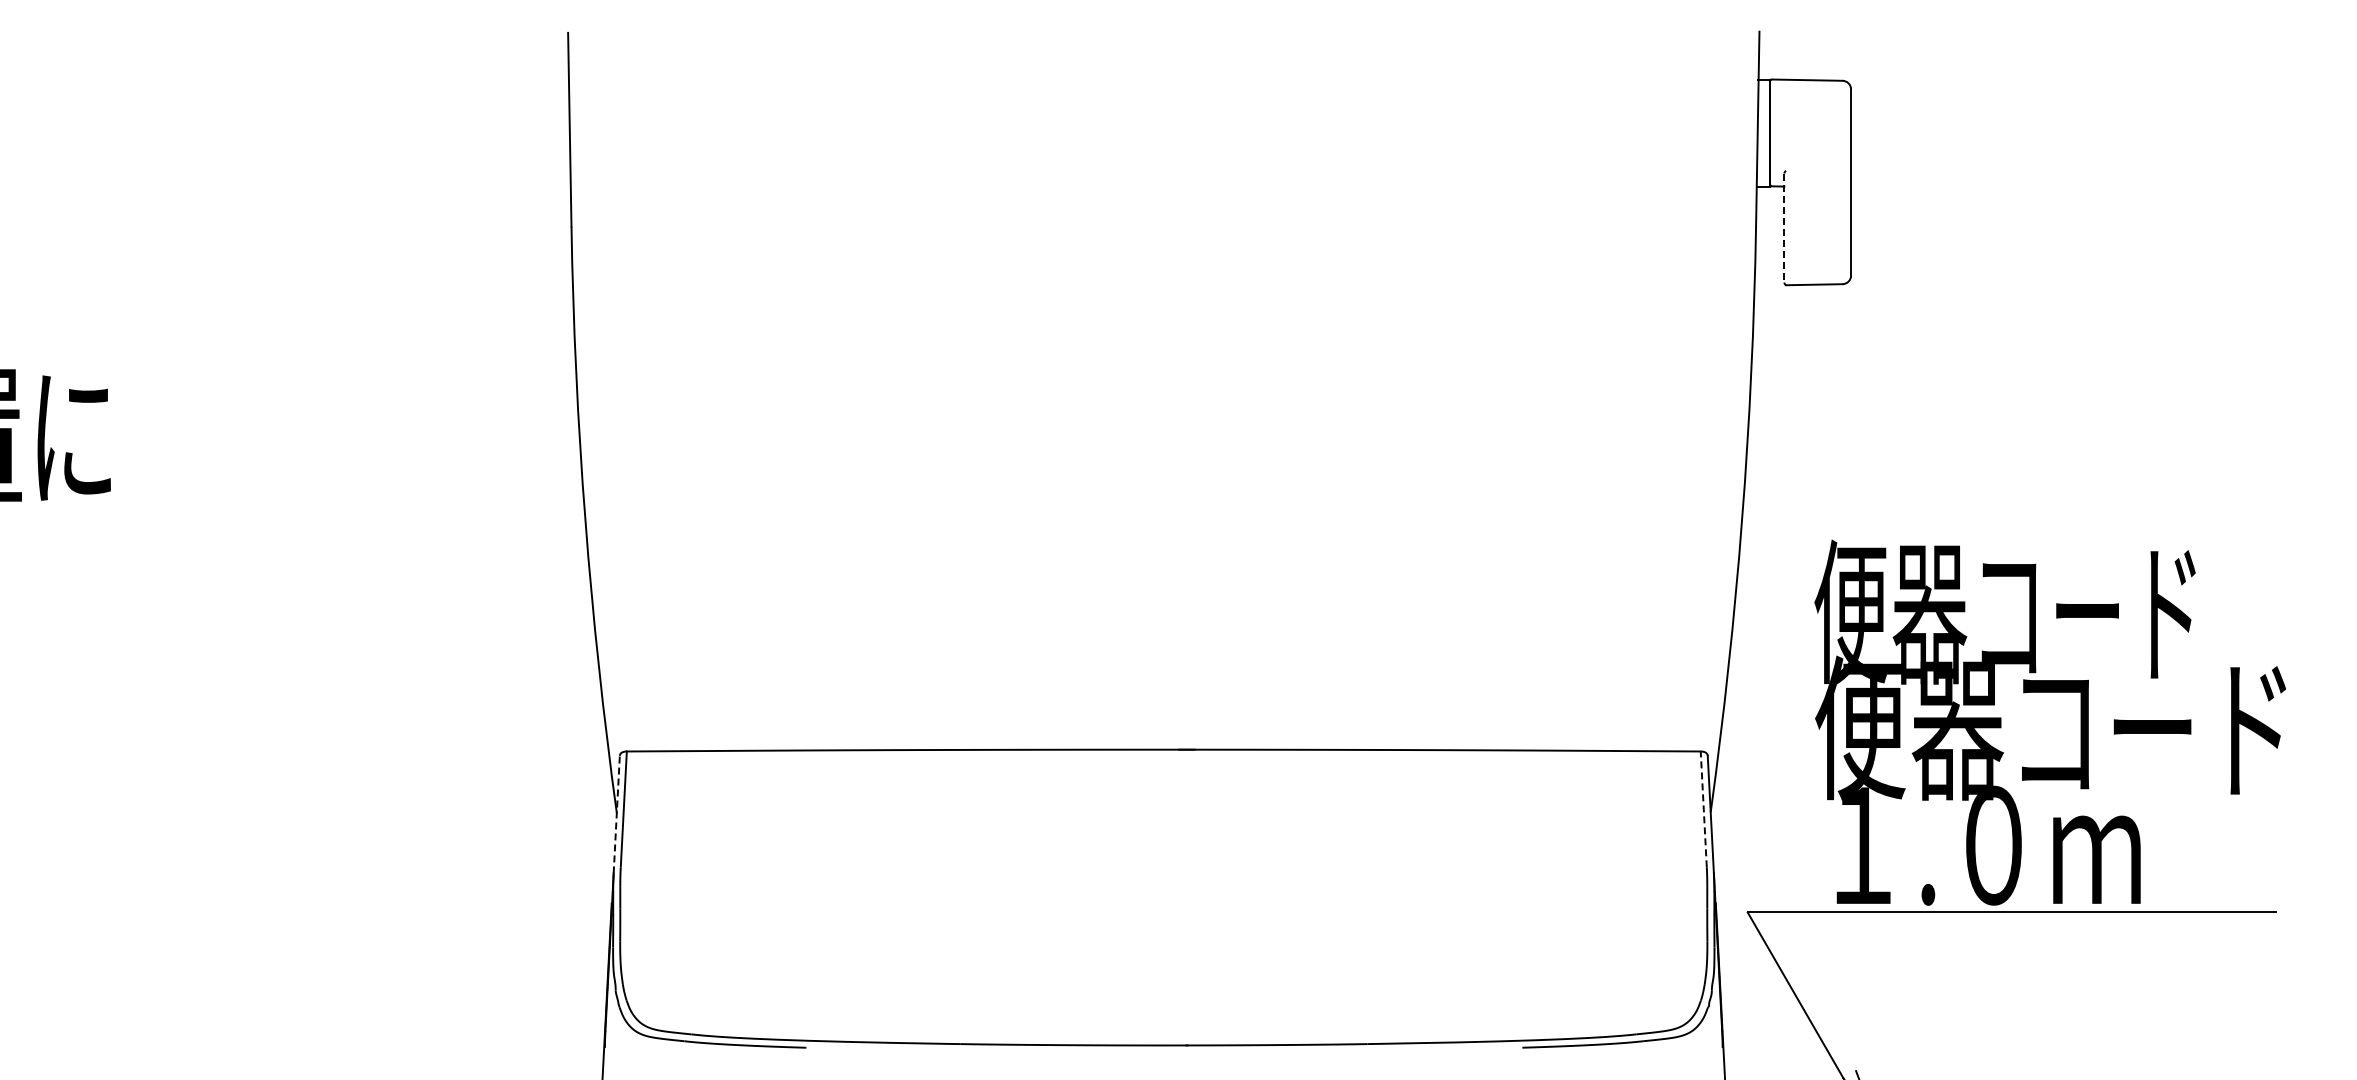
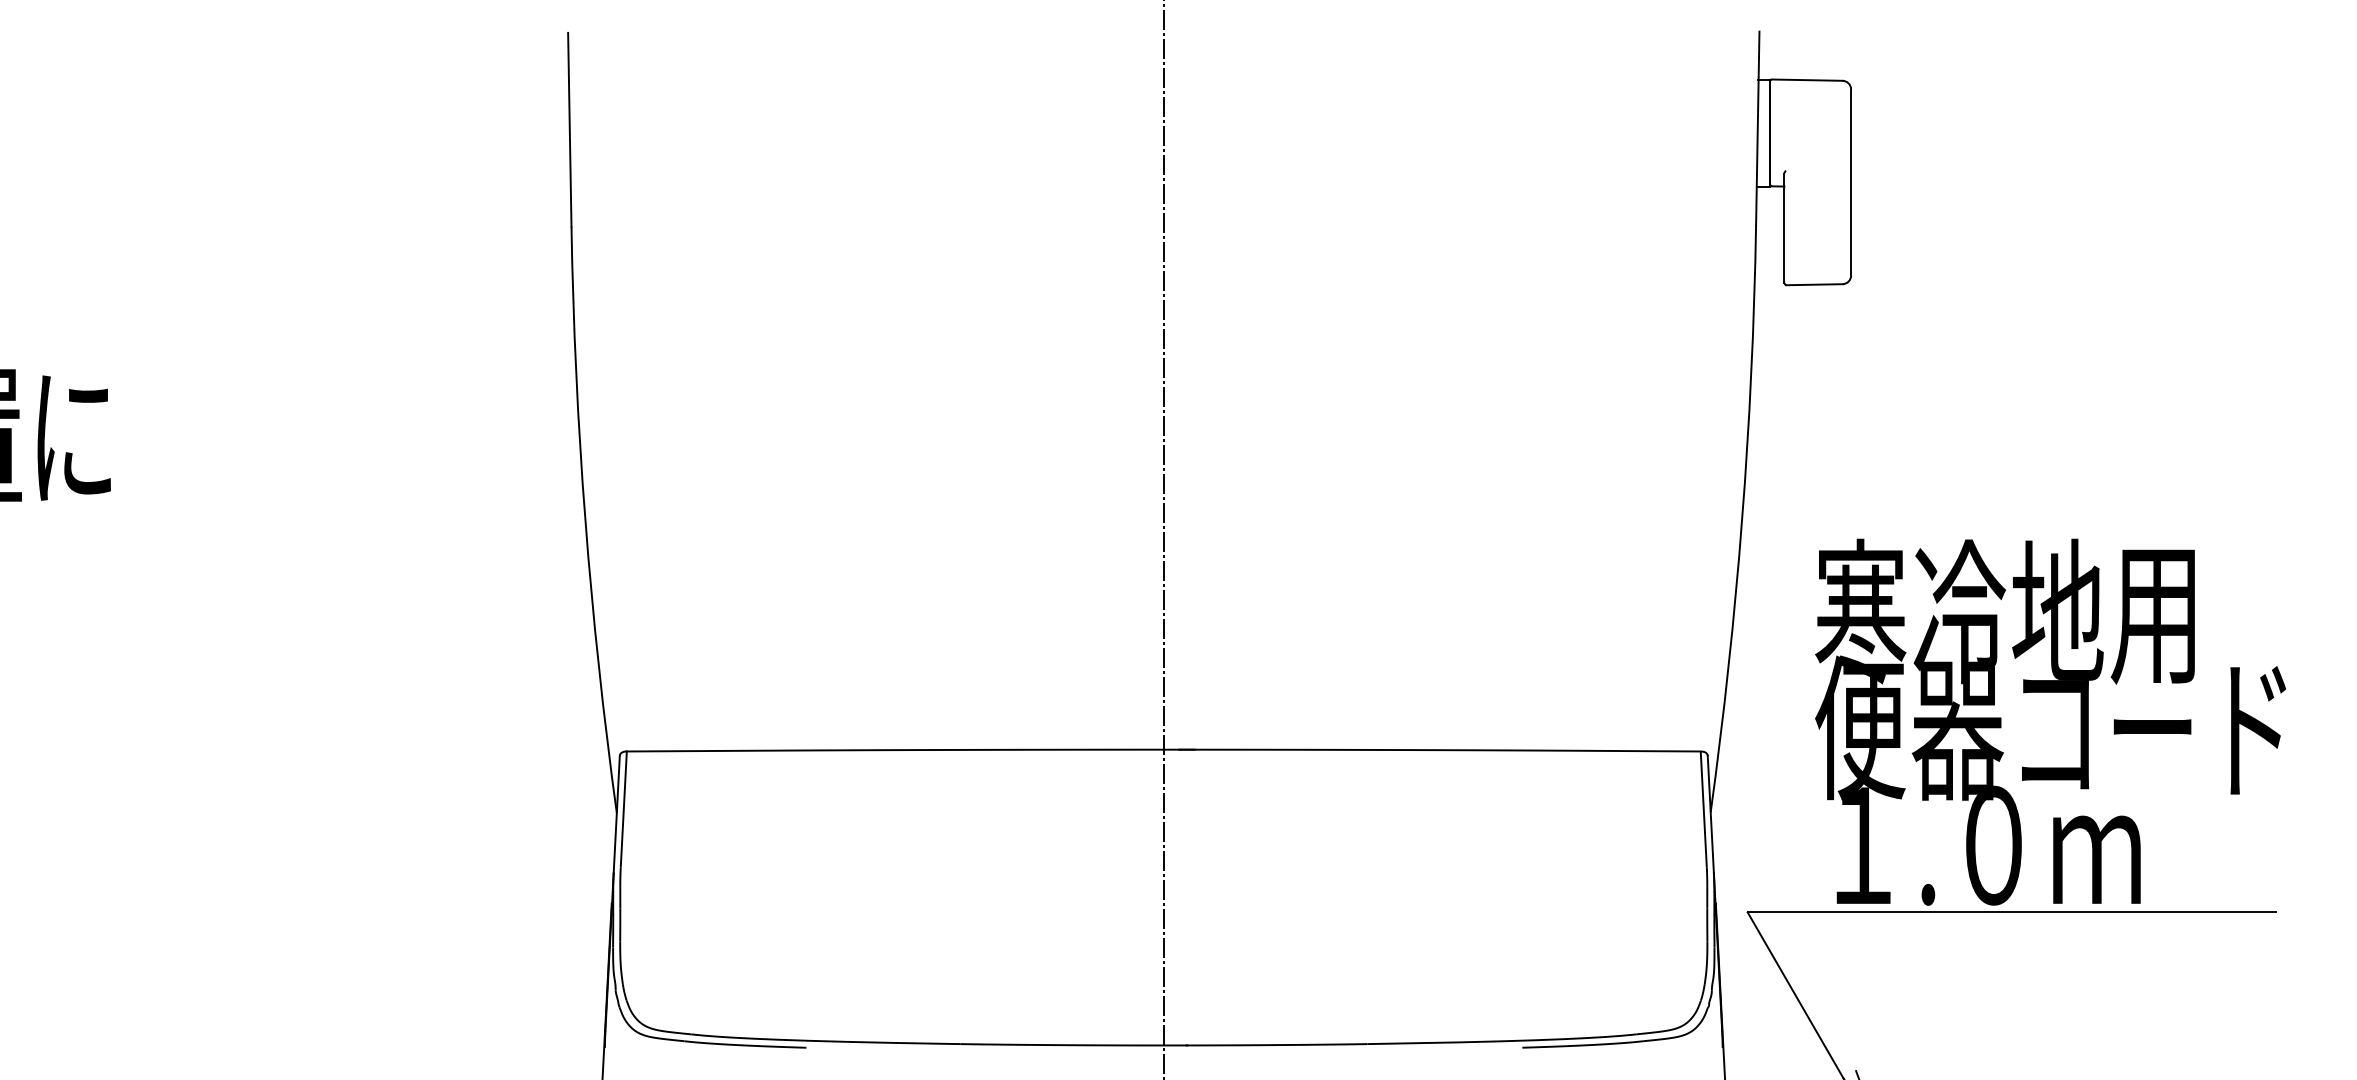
line at (1784, 228): dashed -> solid
line at (1163, 539): none -> present
text at (2004, 611): 便器コード -> 寒冷地用
line at (1703, 810): dashed -> solid
line at (616, 814): dashed -> solid
